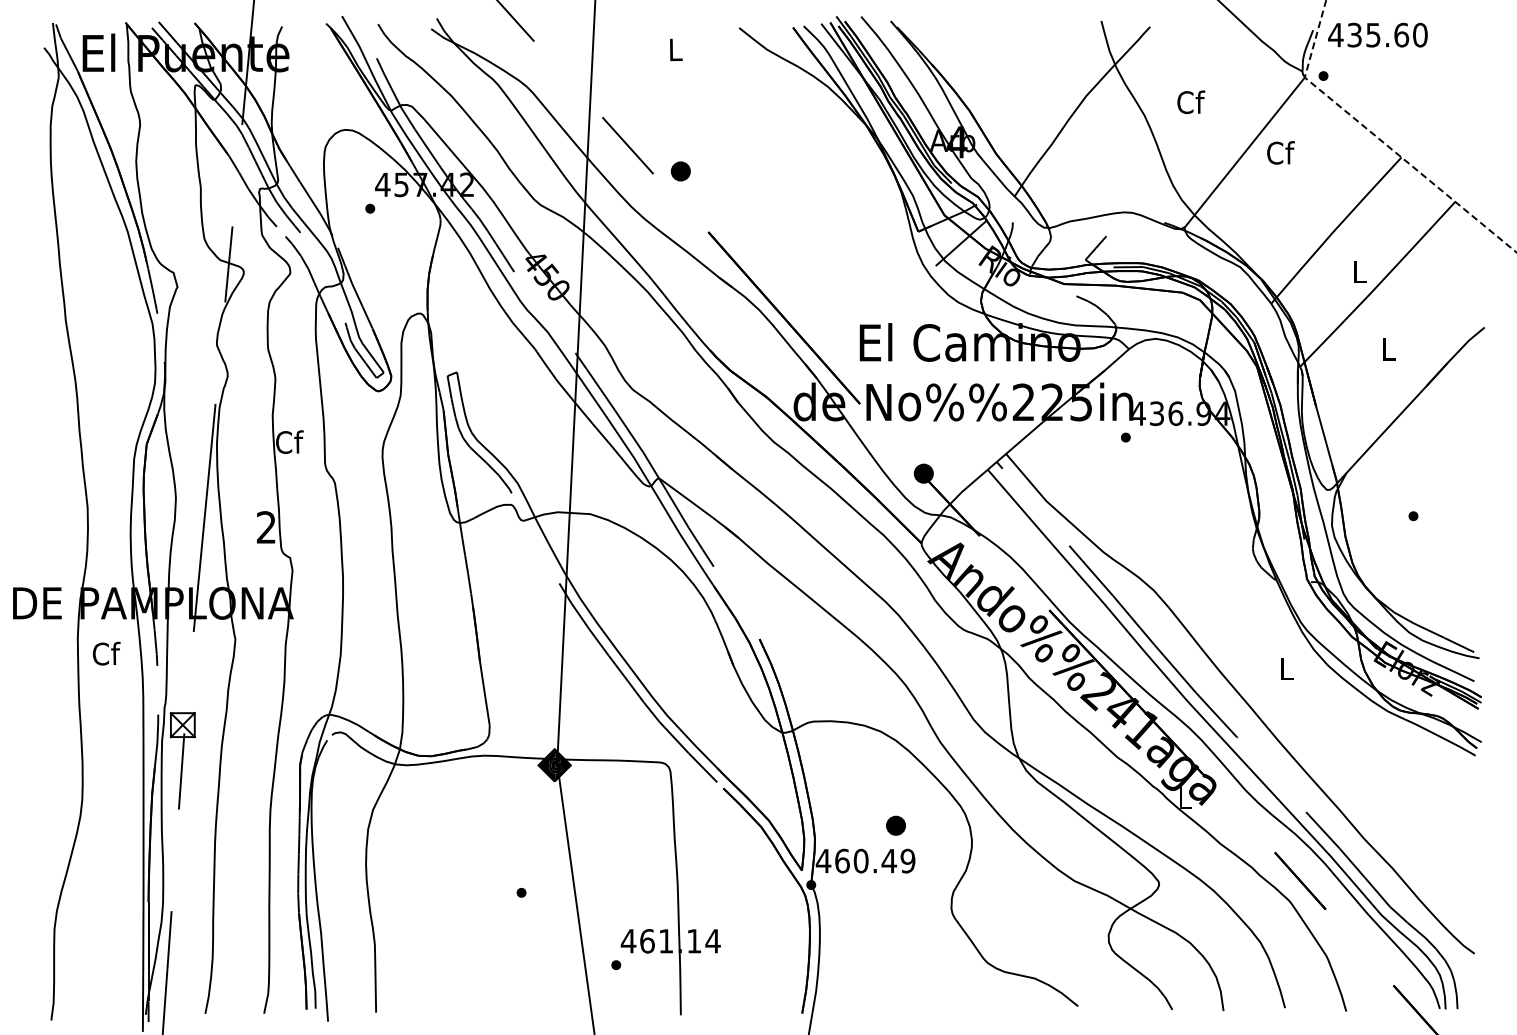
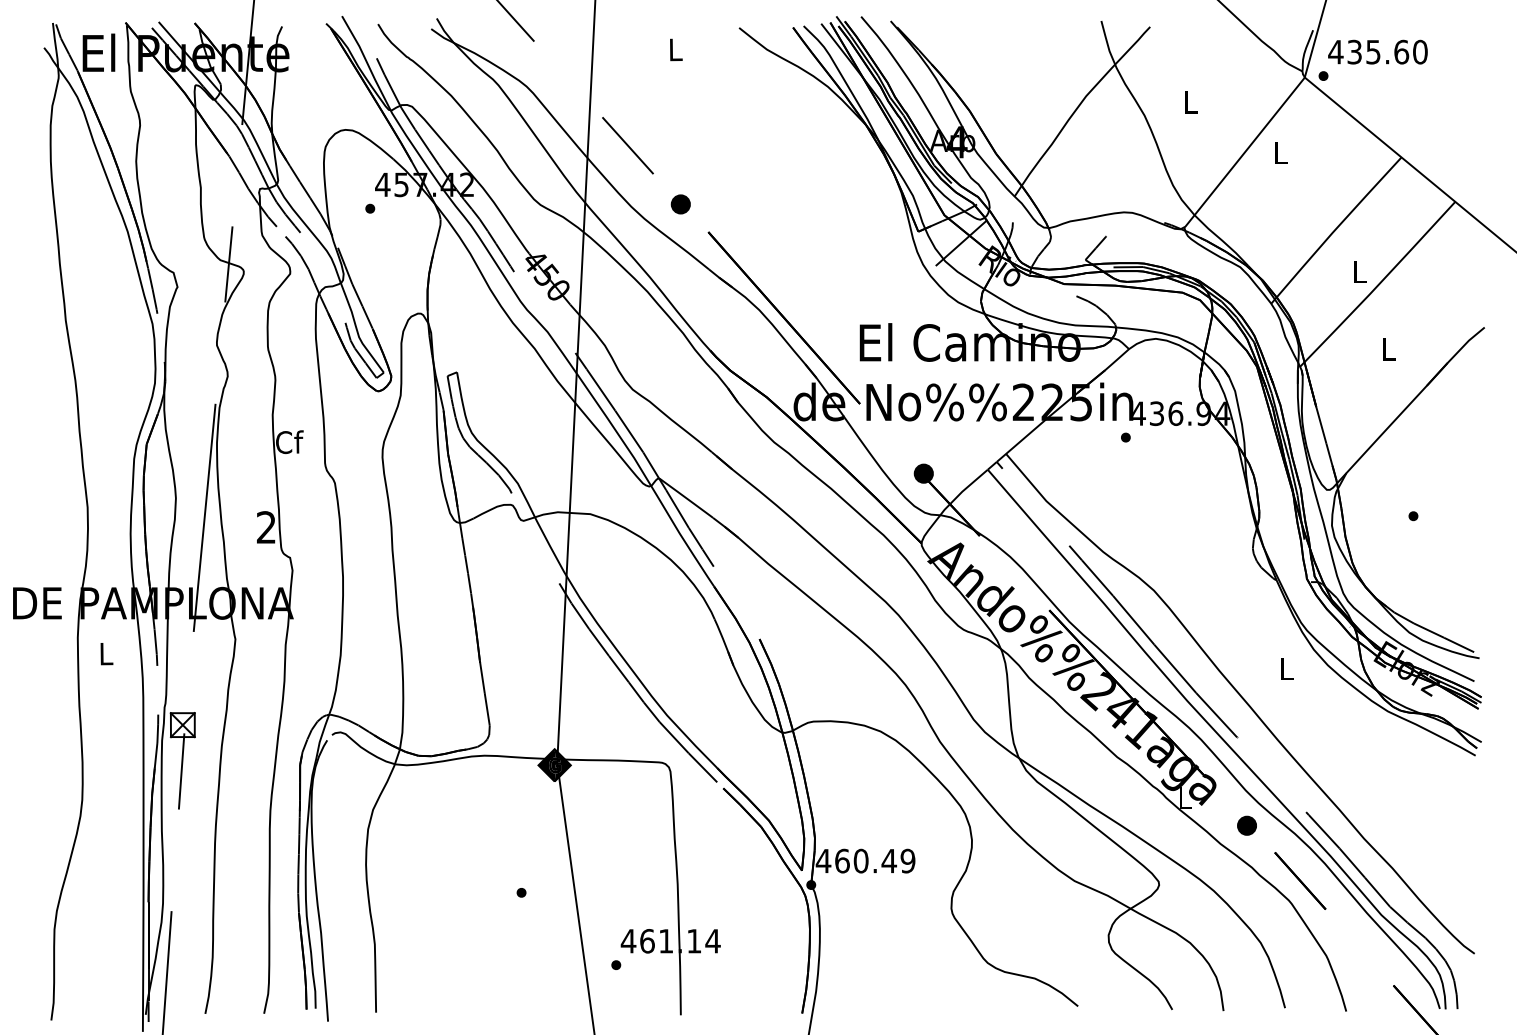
text at (1377, 34) position: (1377, 34) -> (1377, 51)
text at (1191, 102): Cf -> L
line at (1379, 139): dashed -> solid
text at (1280, 152): Cf -> L
part at (680, 171) position: (680, 171) -> (680, 204)
text at (106, 653): Cf -> L
part at (895, 825) position: (895, 825) -> (1246, 825)
